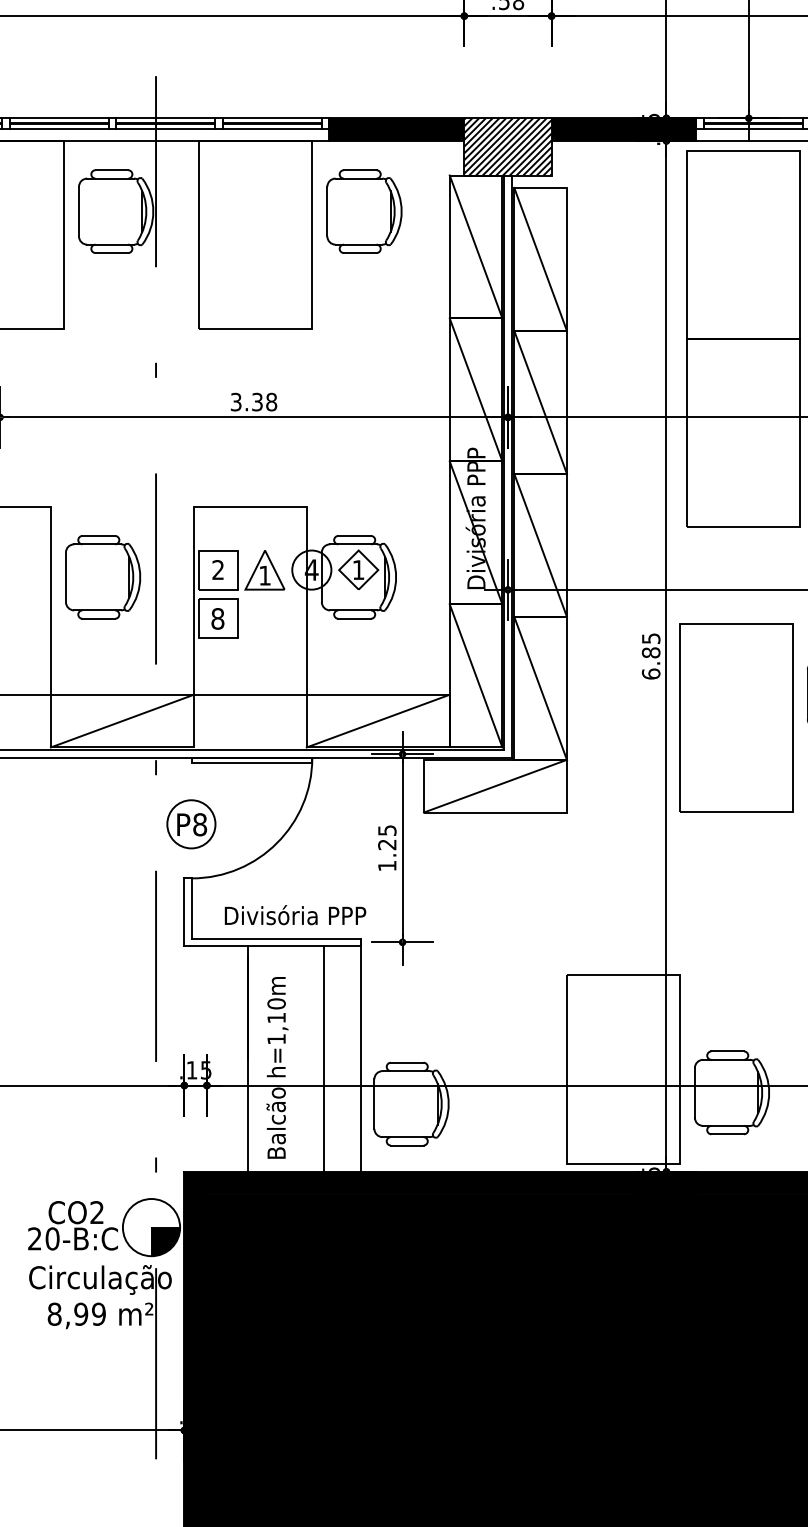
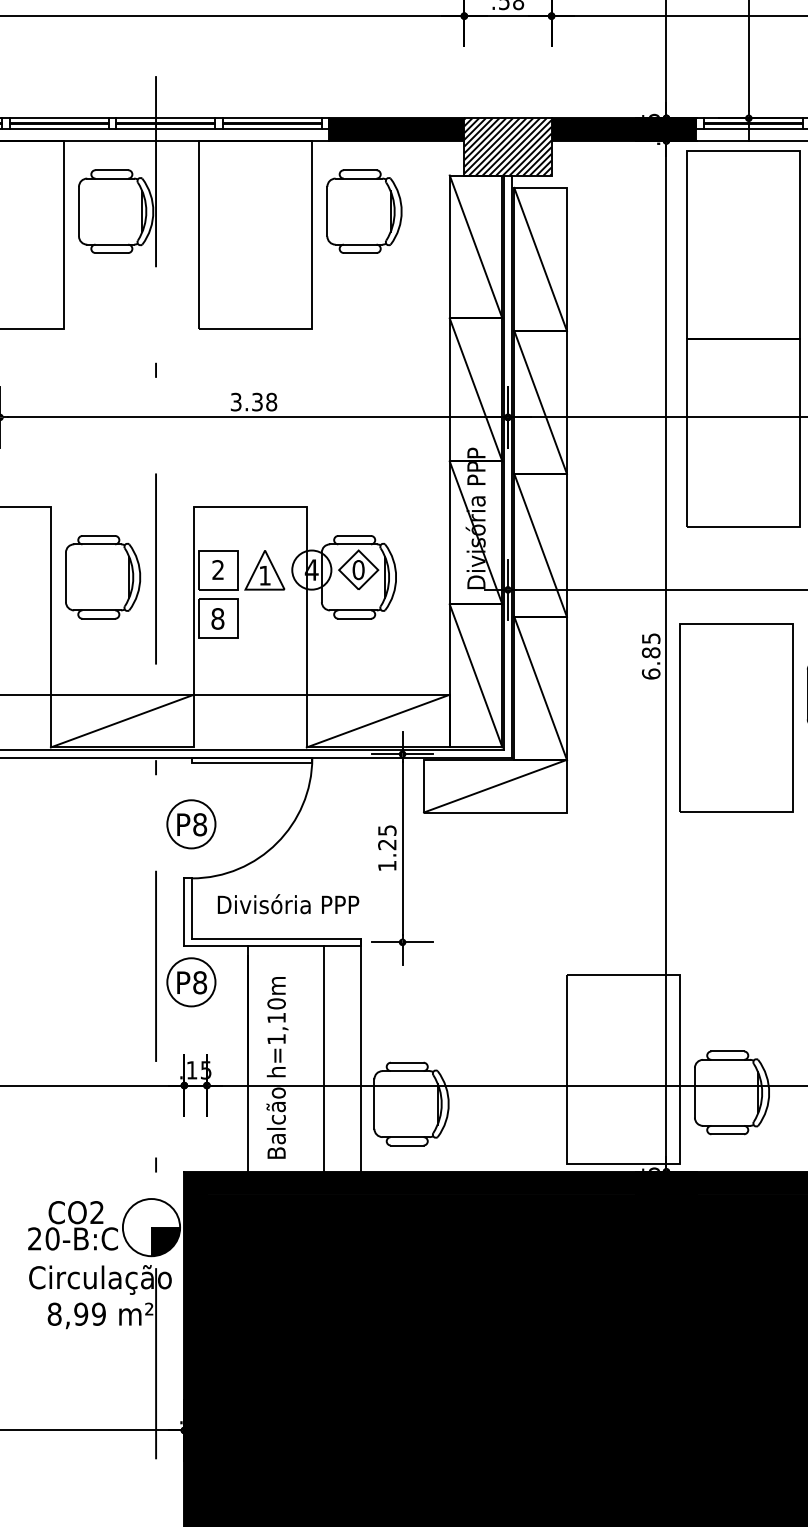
text at (358, 570): 1 -> 0
text at (295, 915) position: (295, 915) -> (288, 904)
part at (191, 982): none -> present
